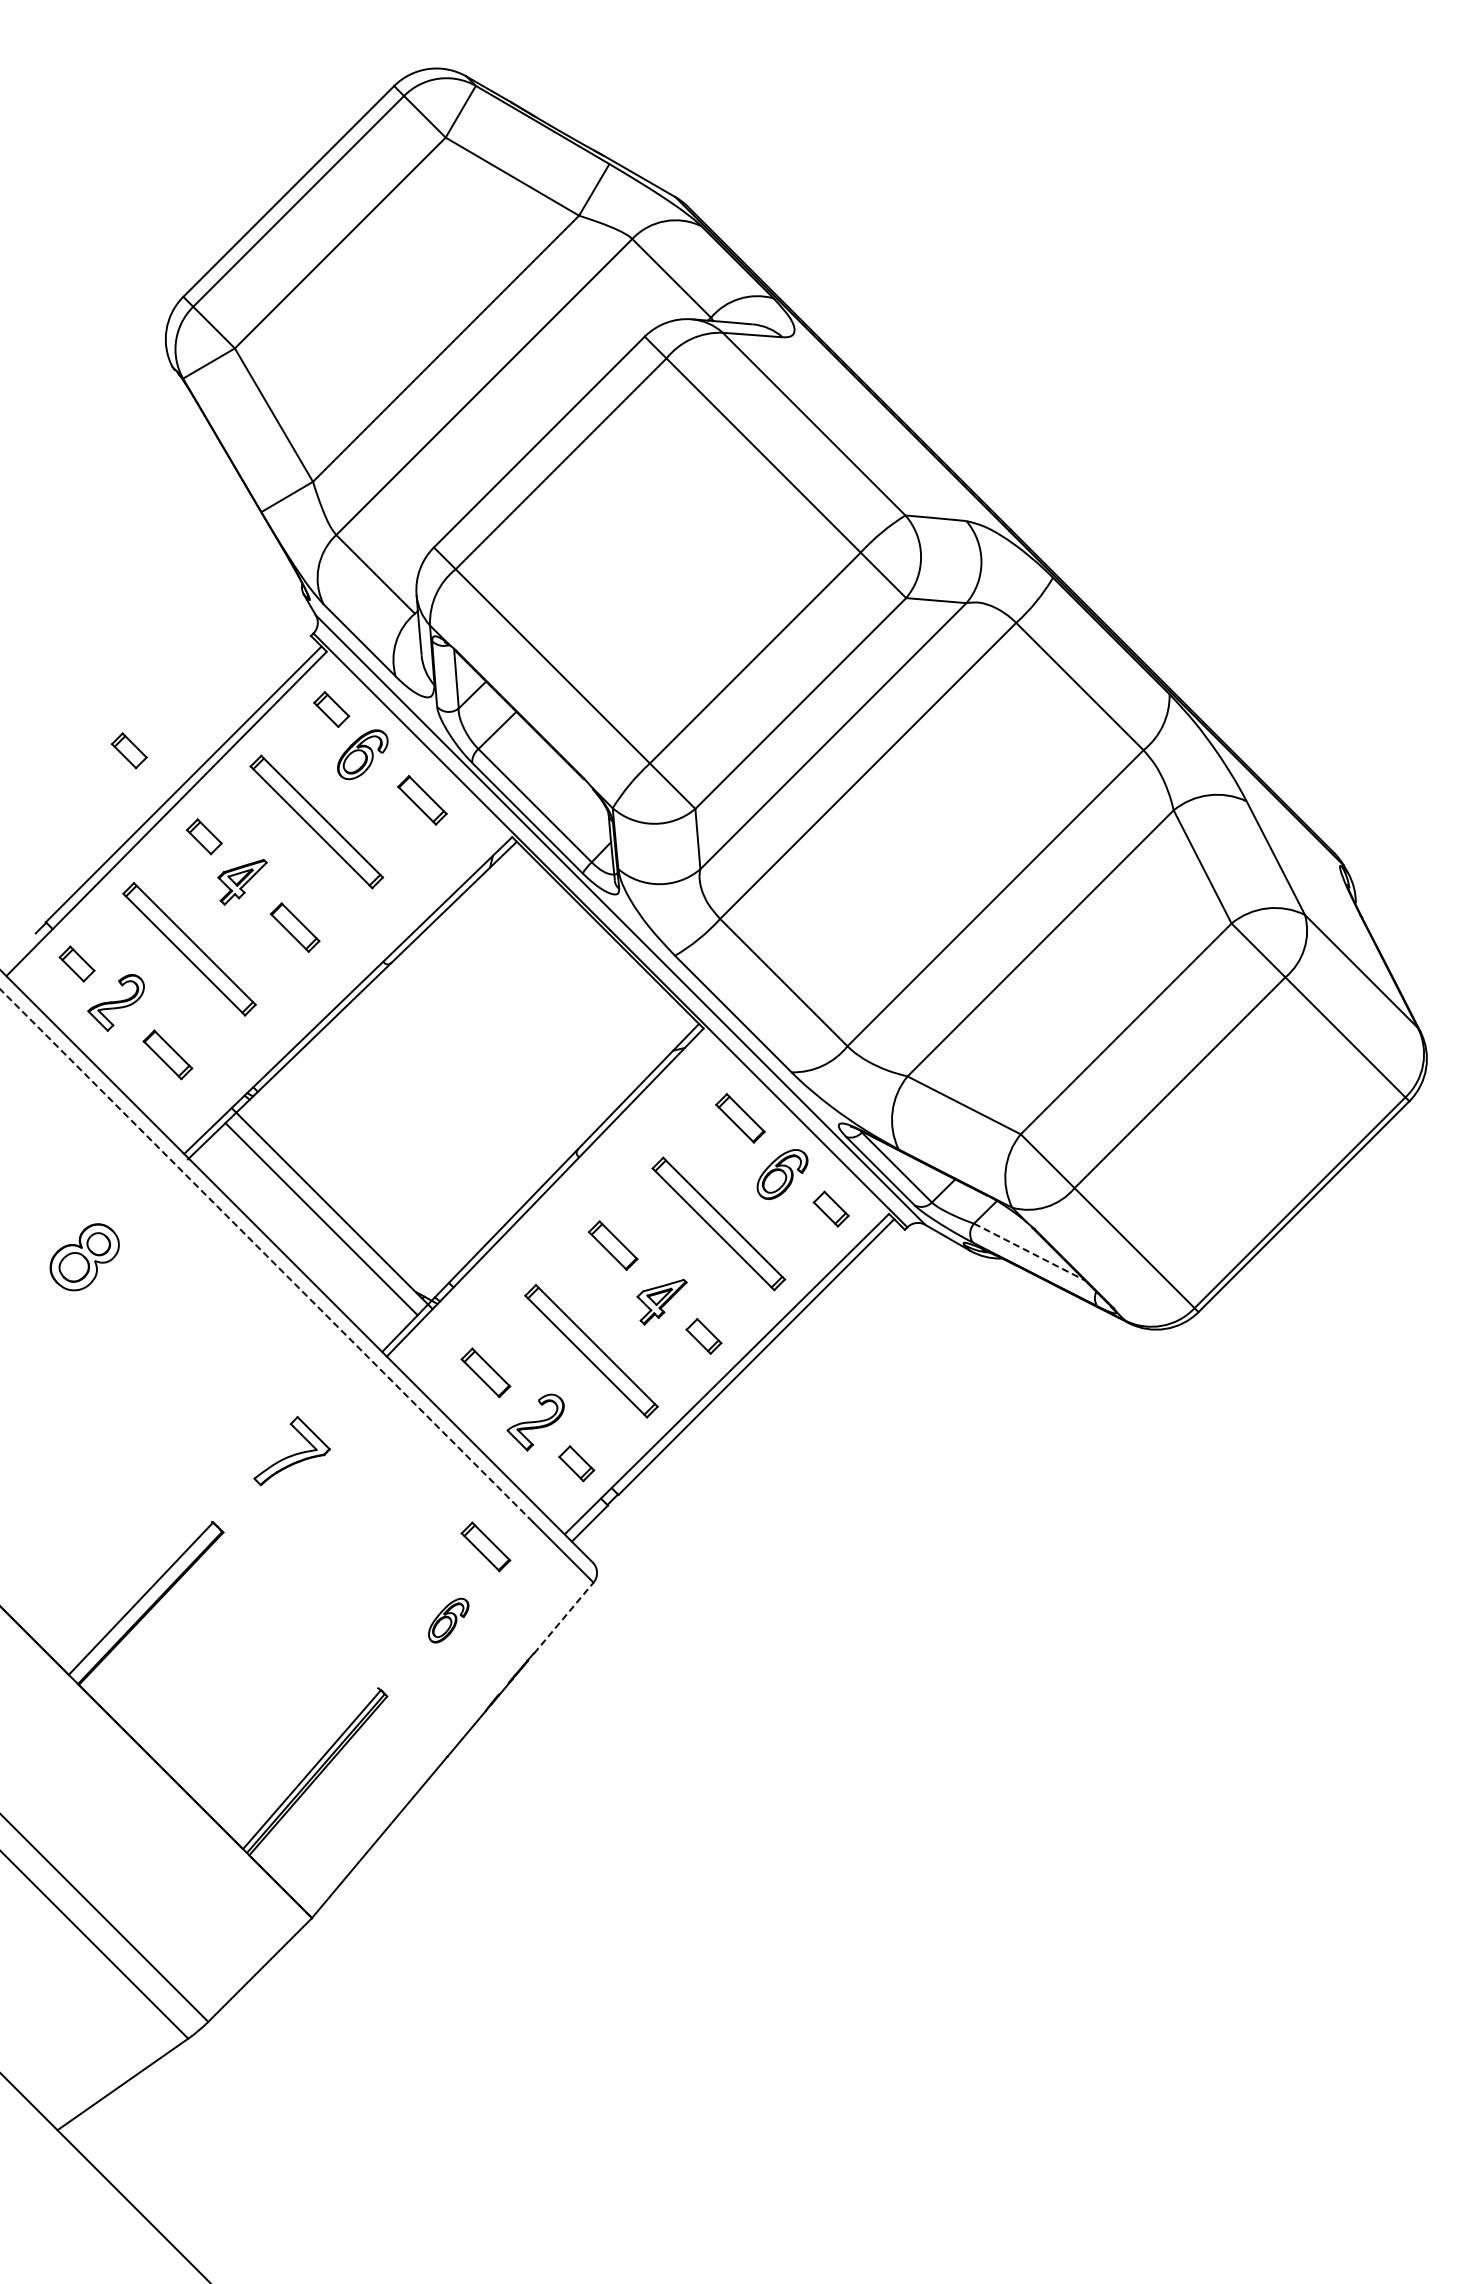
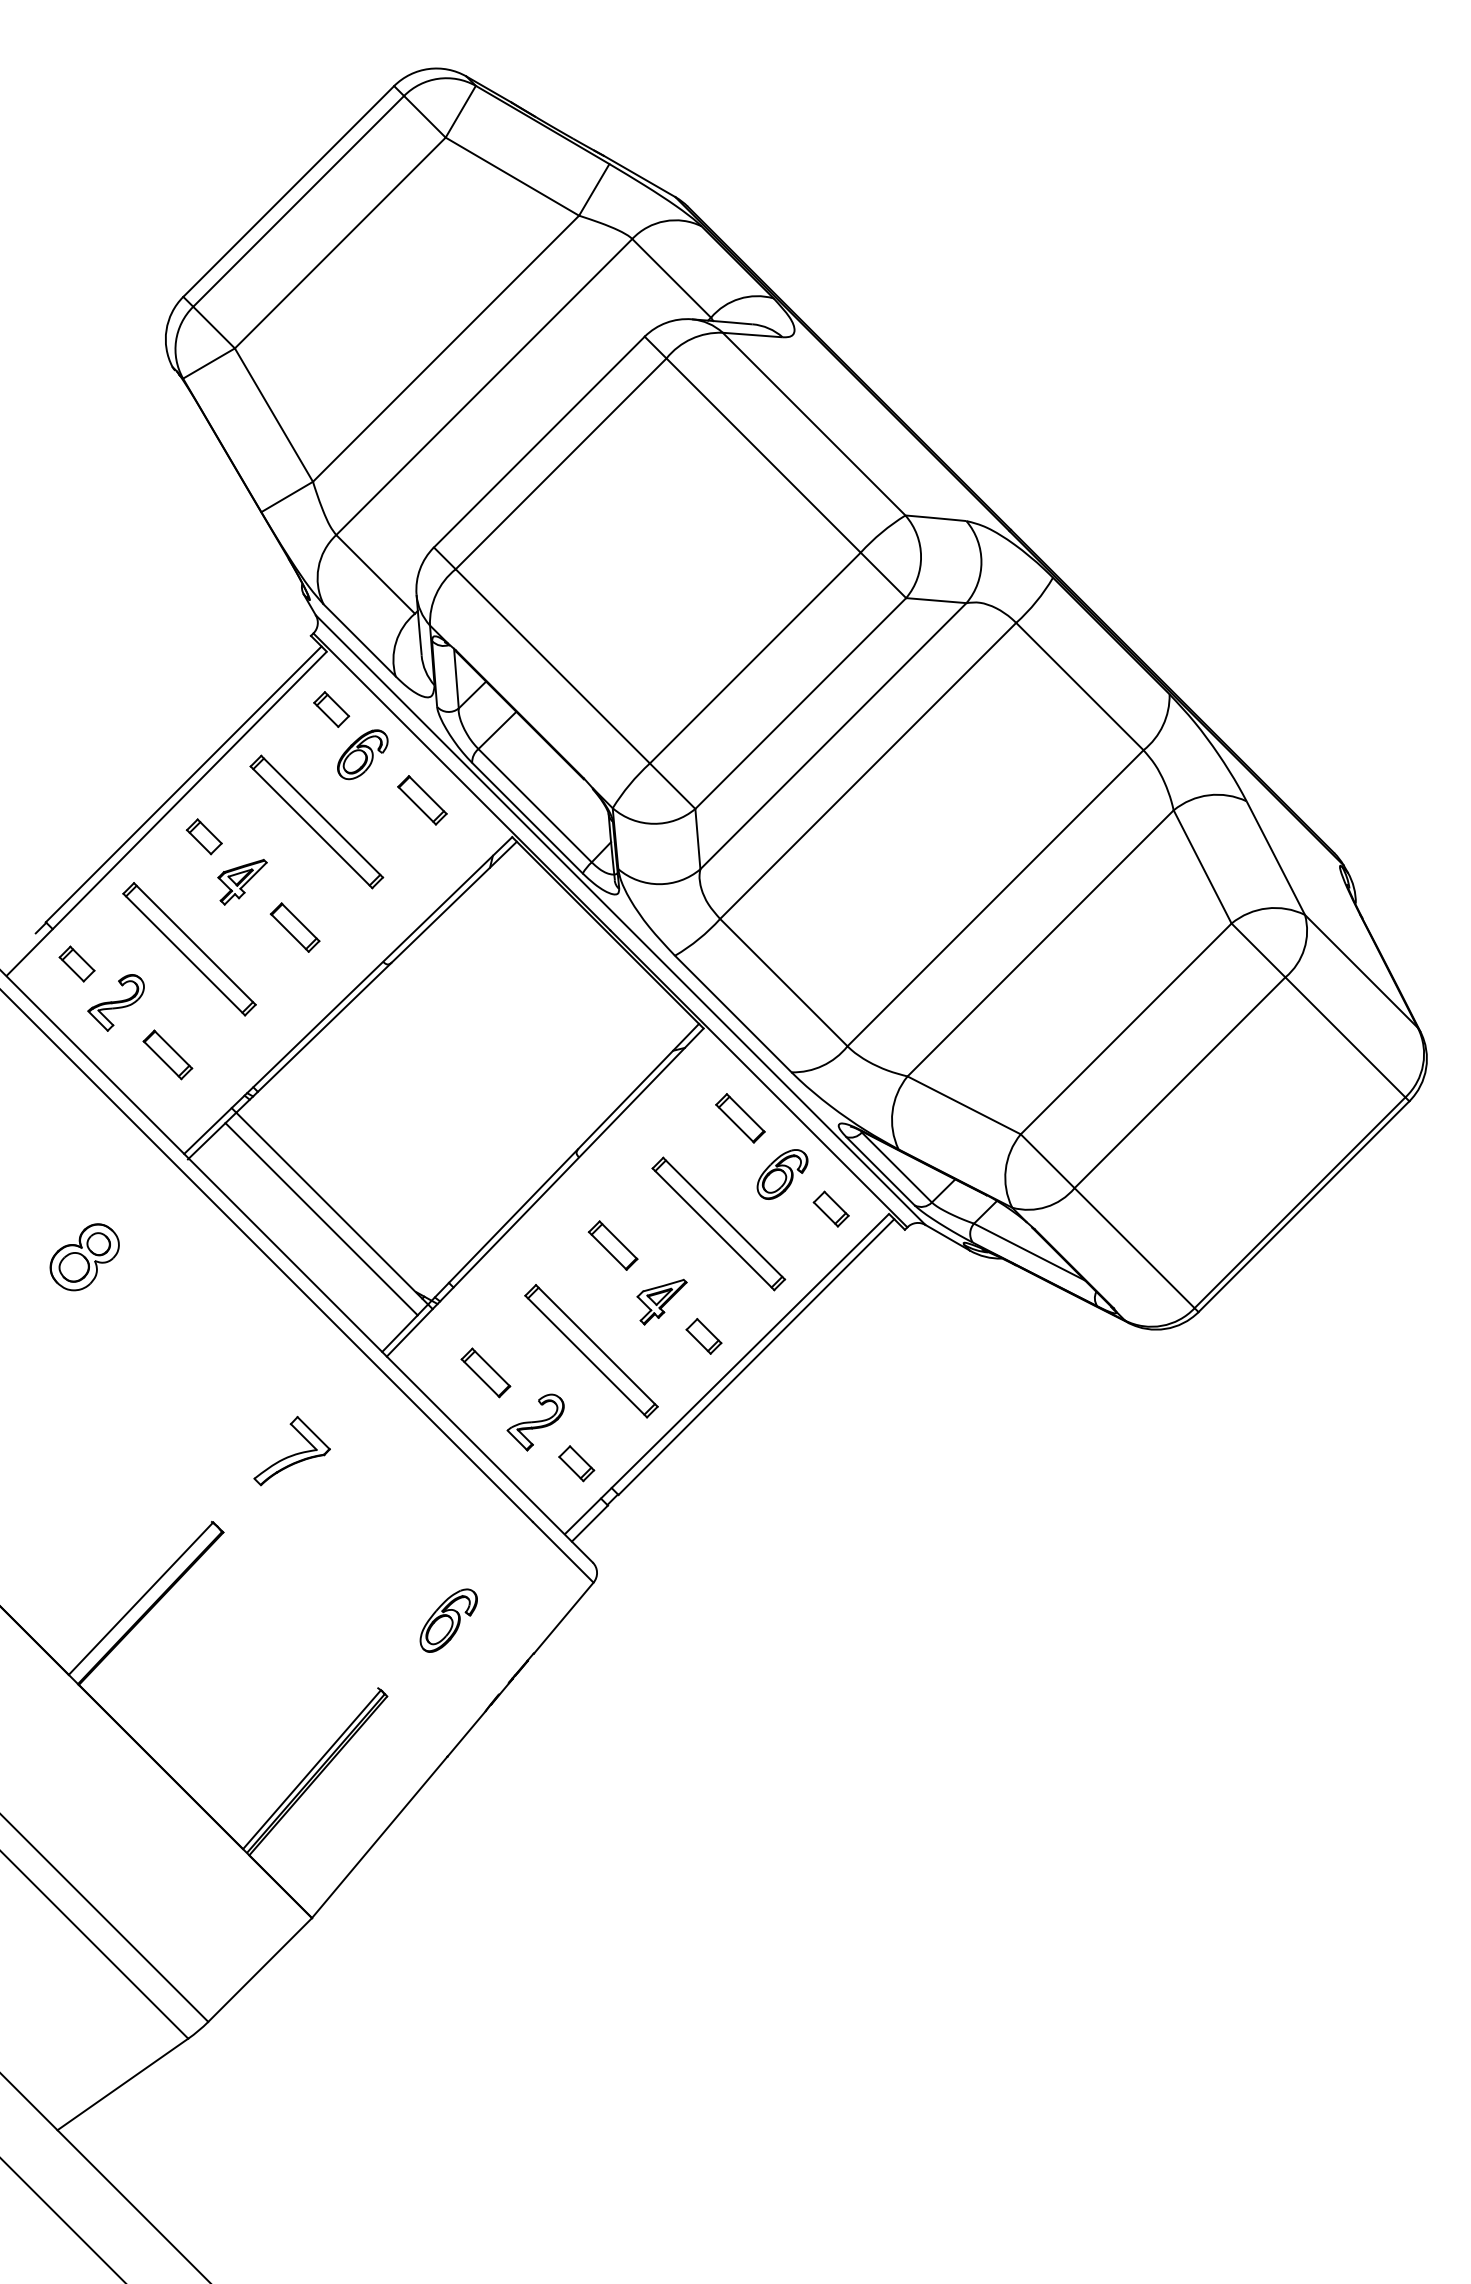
part at (128, 750): present -> none
line at (1029, 1252): dashed -> solid
line at (266, 1255): dashed -> solid
part at (485, 1546): present -> none
line at (564, 1617): dashed -> solid
part at (448, 1620) size: 42x47 px -> 59x65 px
line at (62, 2220): none -> present
